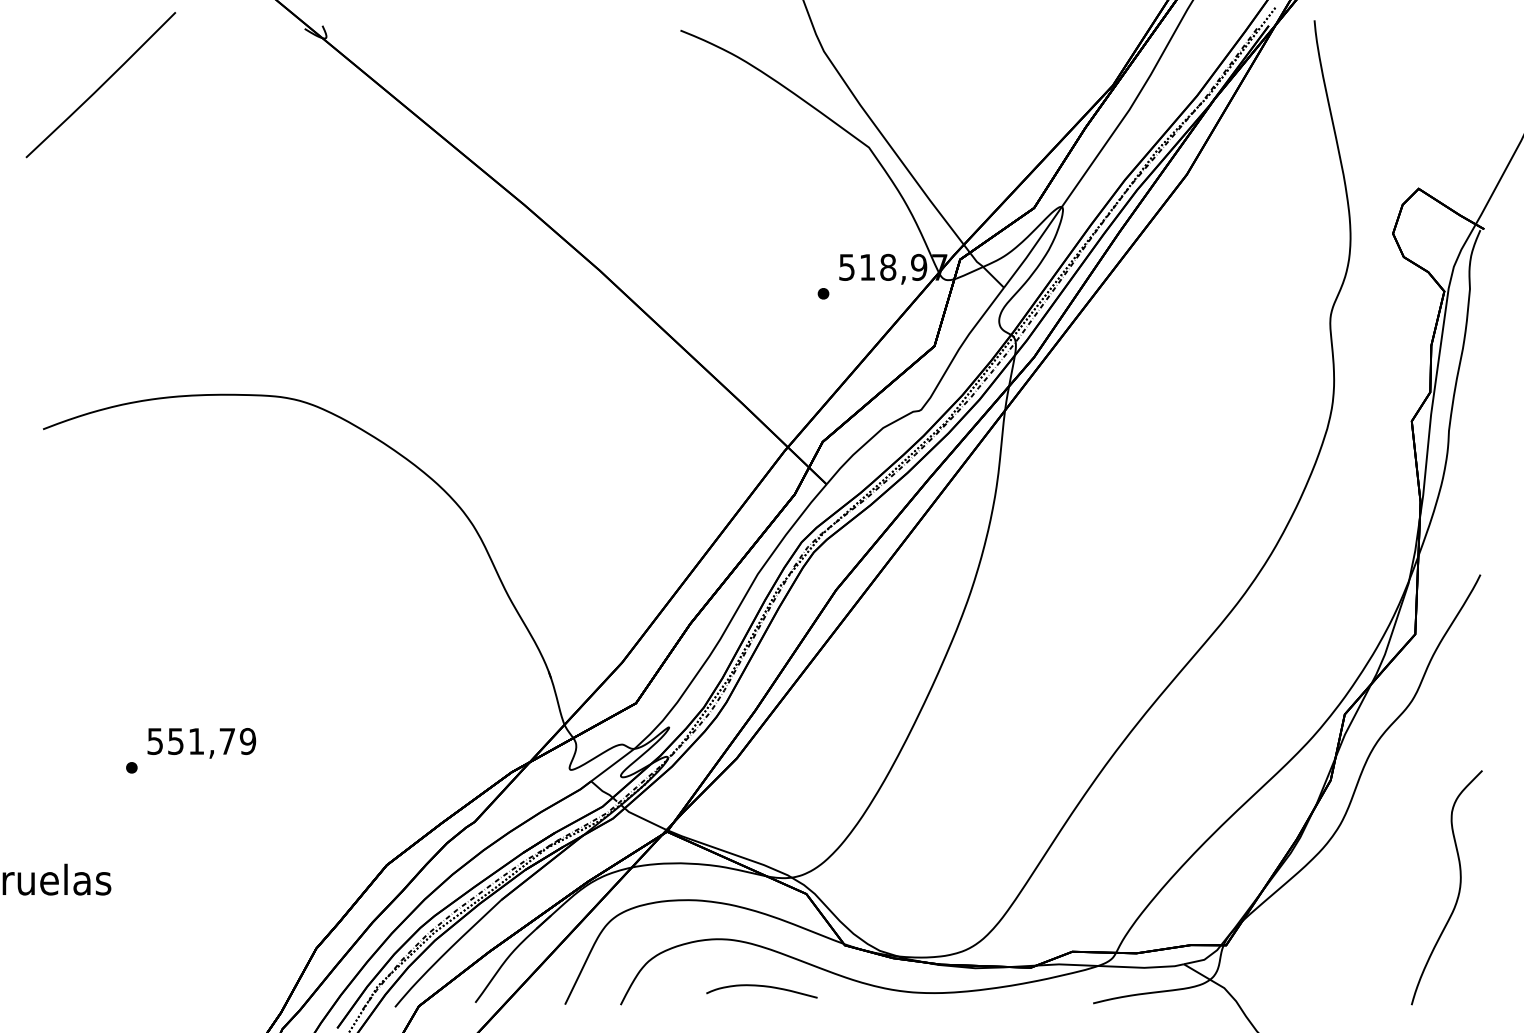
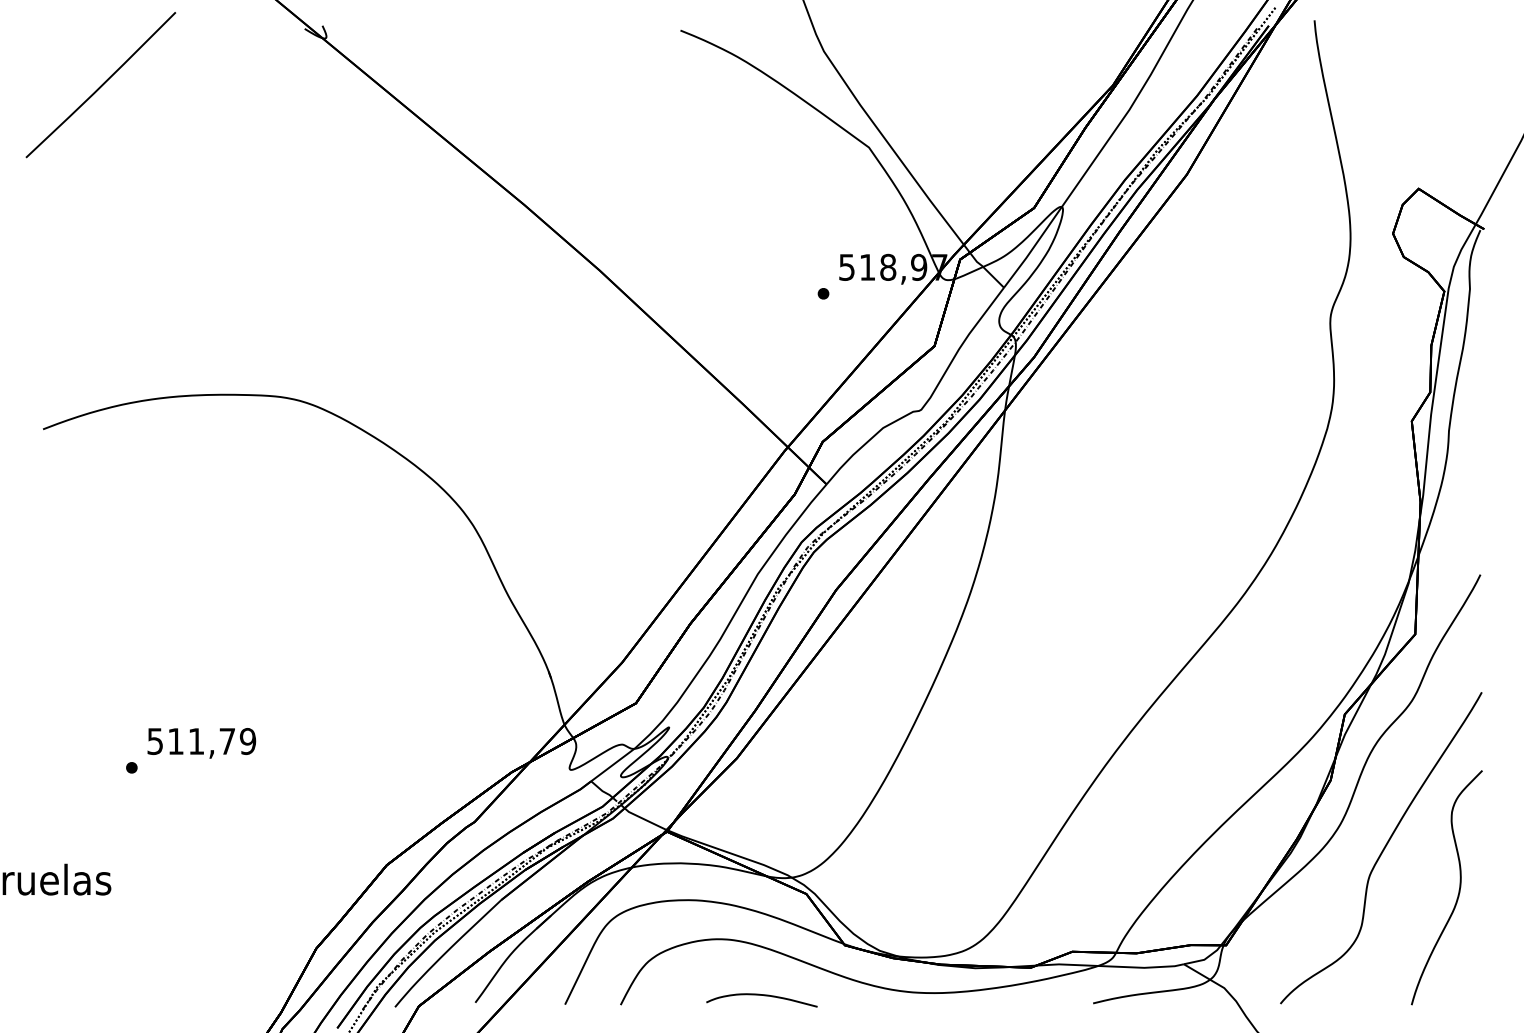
text at (175, 741): 551,79 -> 511,79
curve at (1382, 849): none -> present
curve at (761, 986) position: (761, 986) -> (761, 995)
